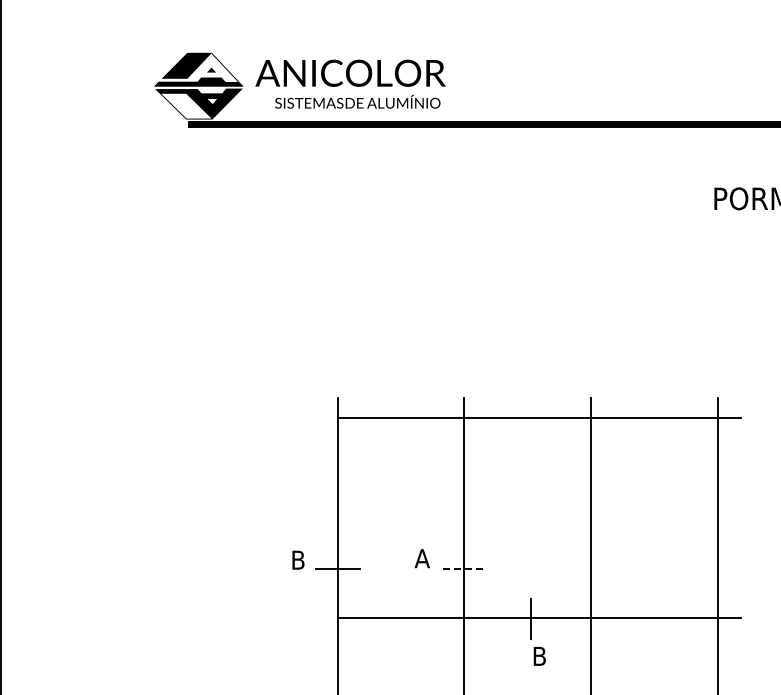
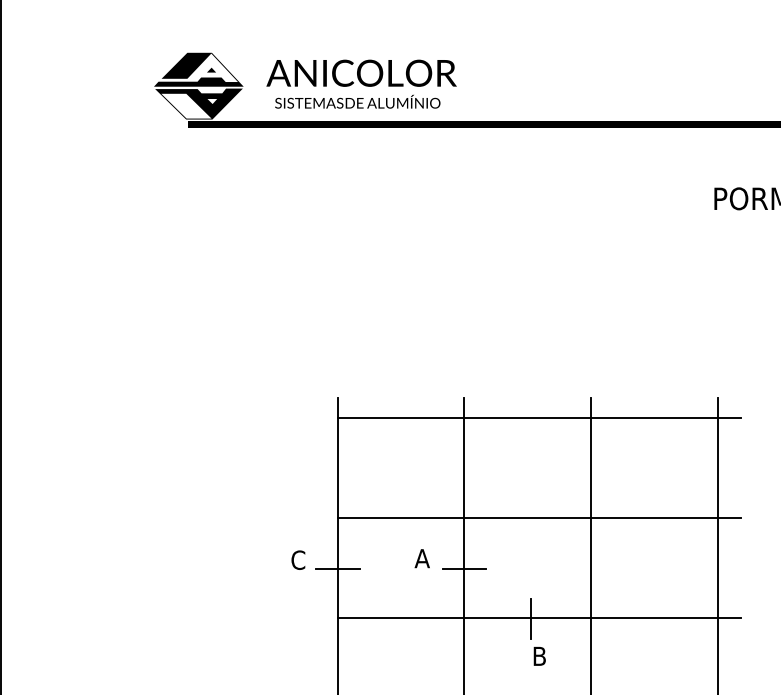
text at (350, 72) position: (350, 72) -> (361, 72)
line at (538, 517): none -> present
text at (298, 559): B -> C
line at (464, 569): dashed -> solid
